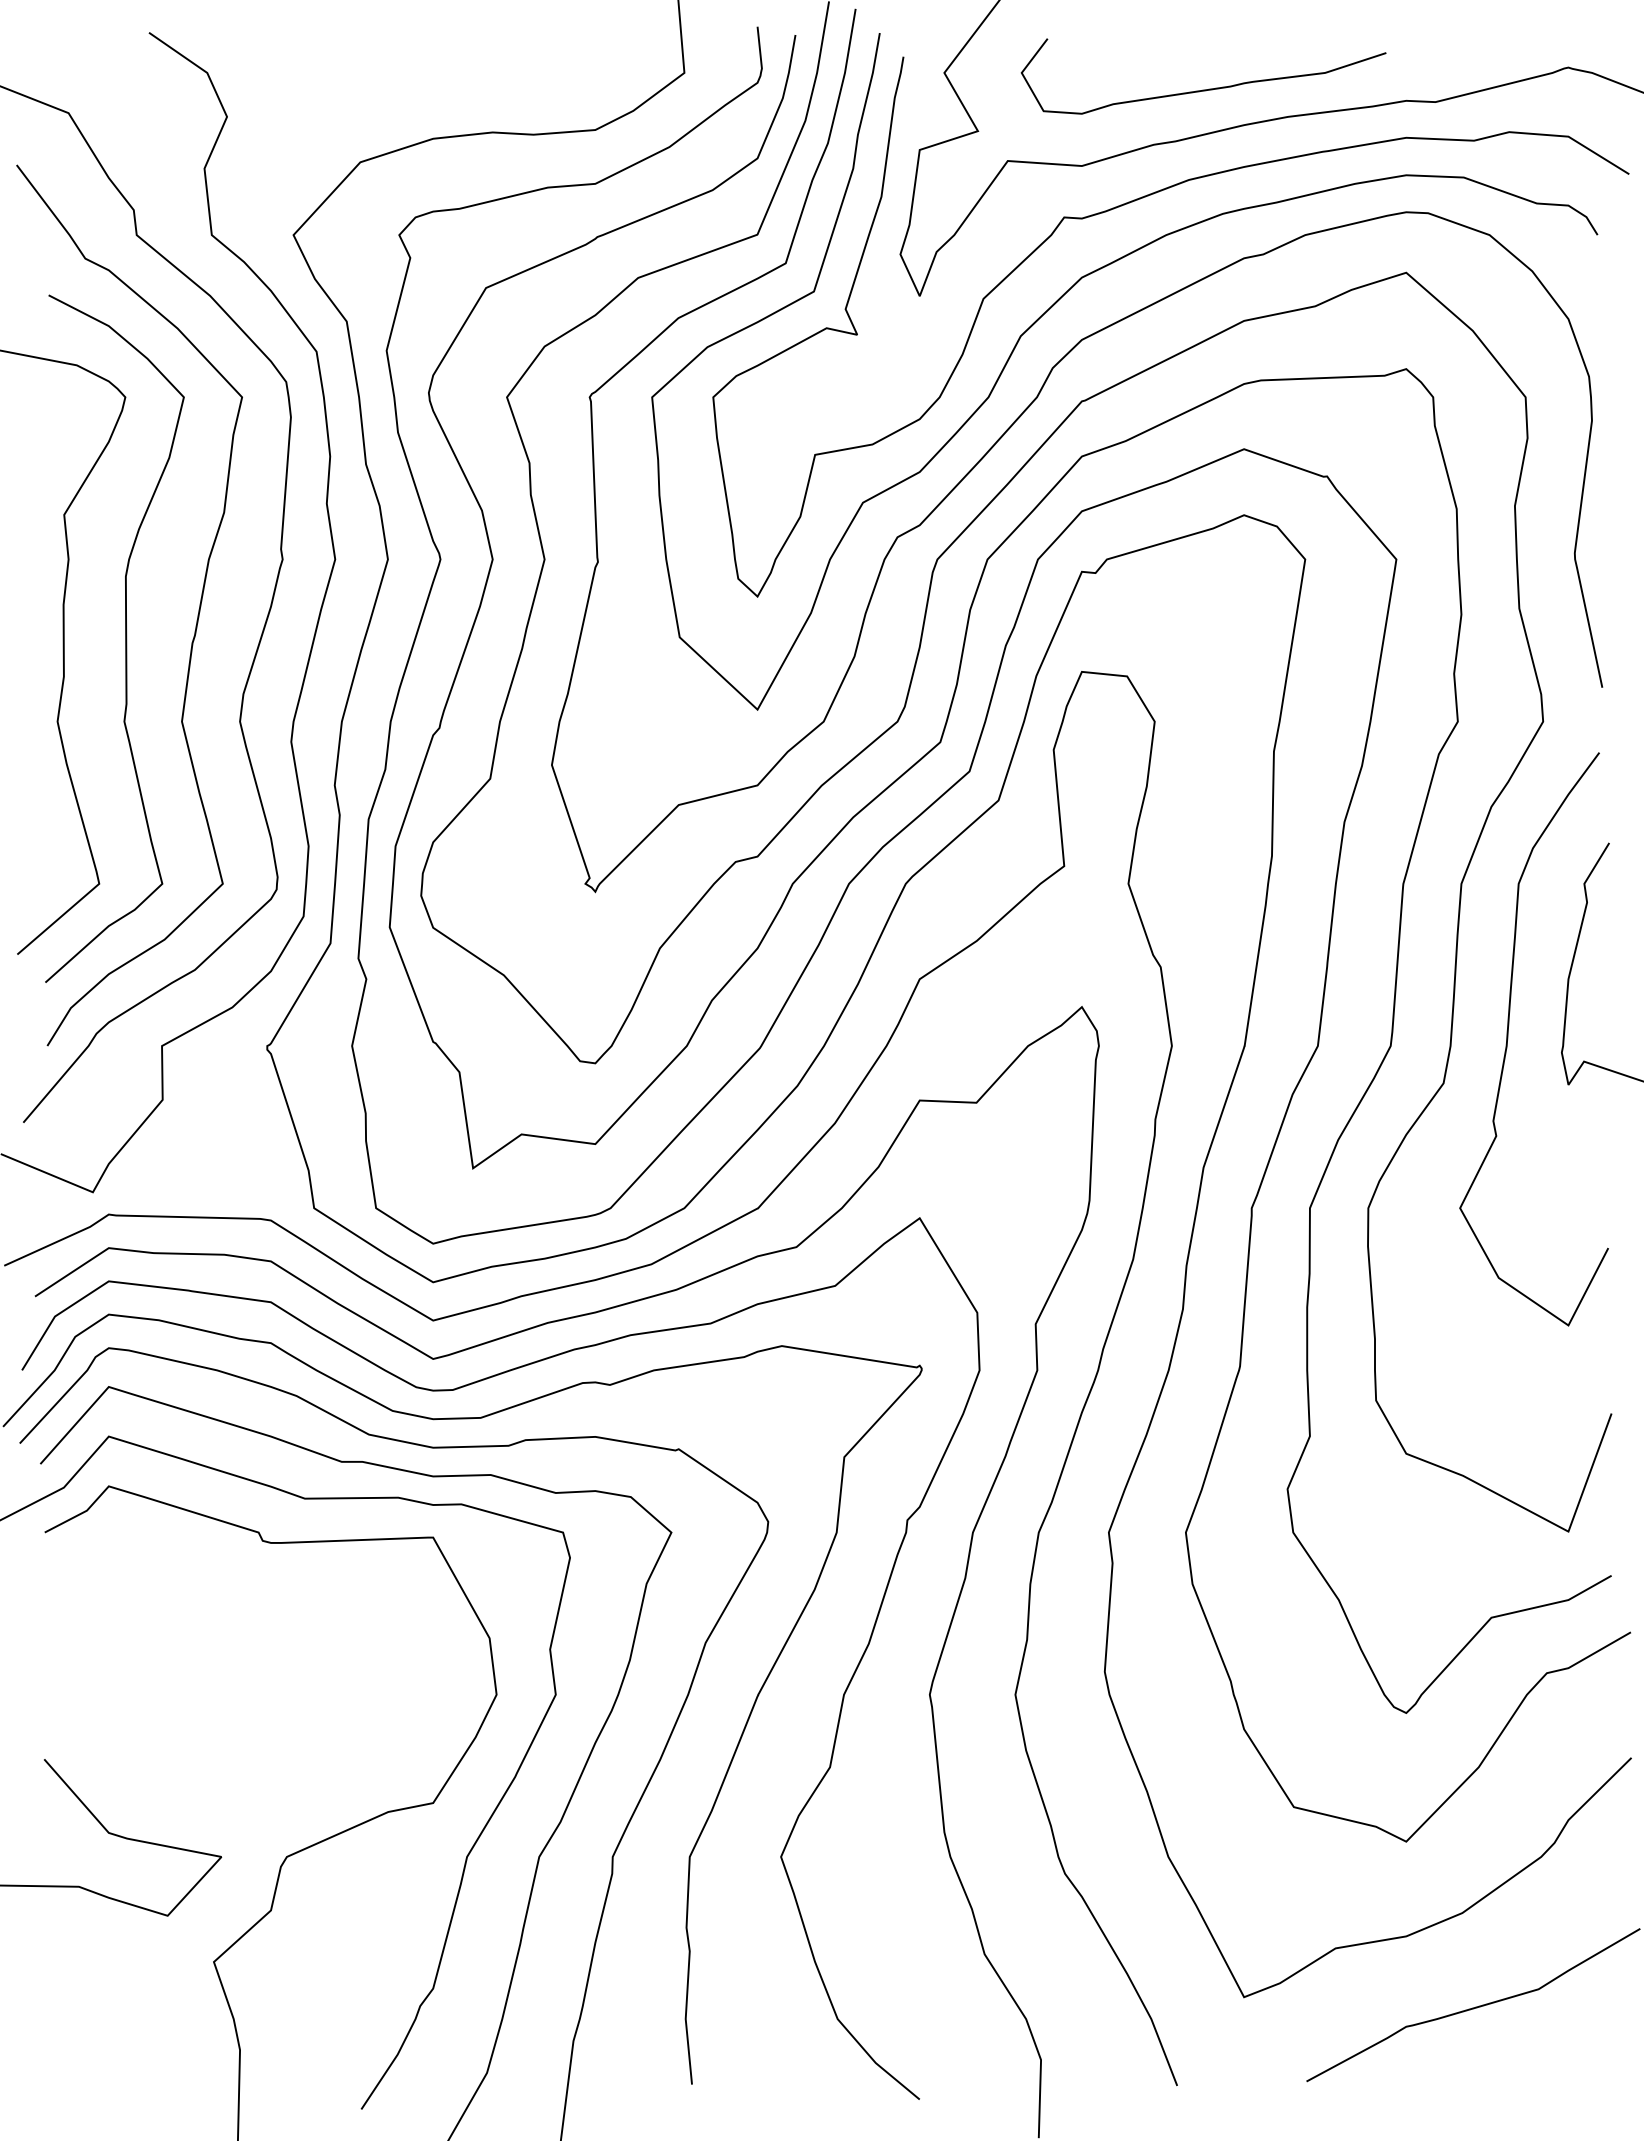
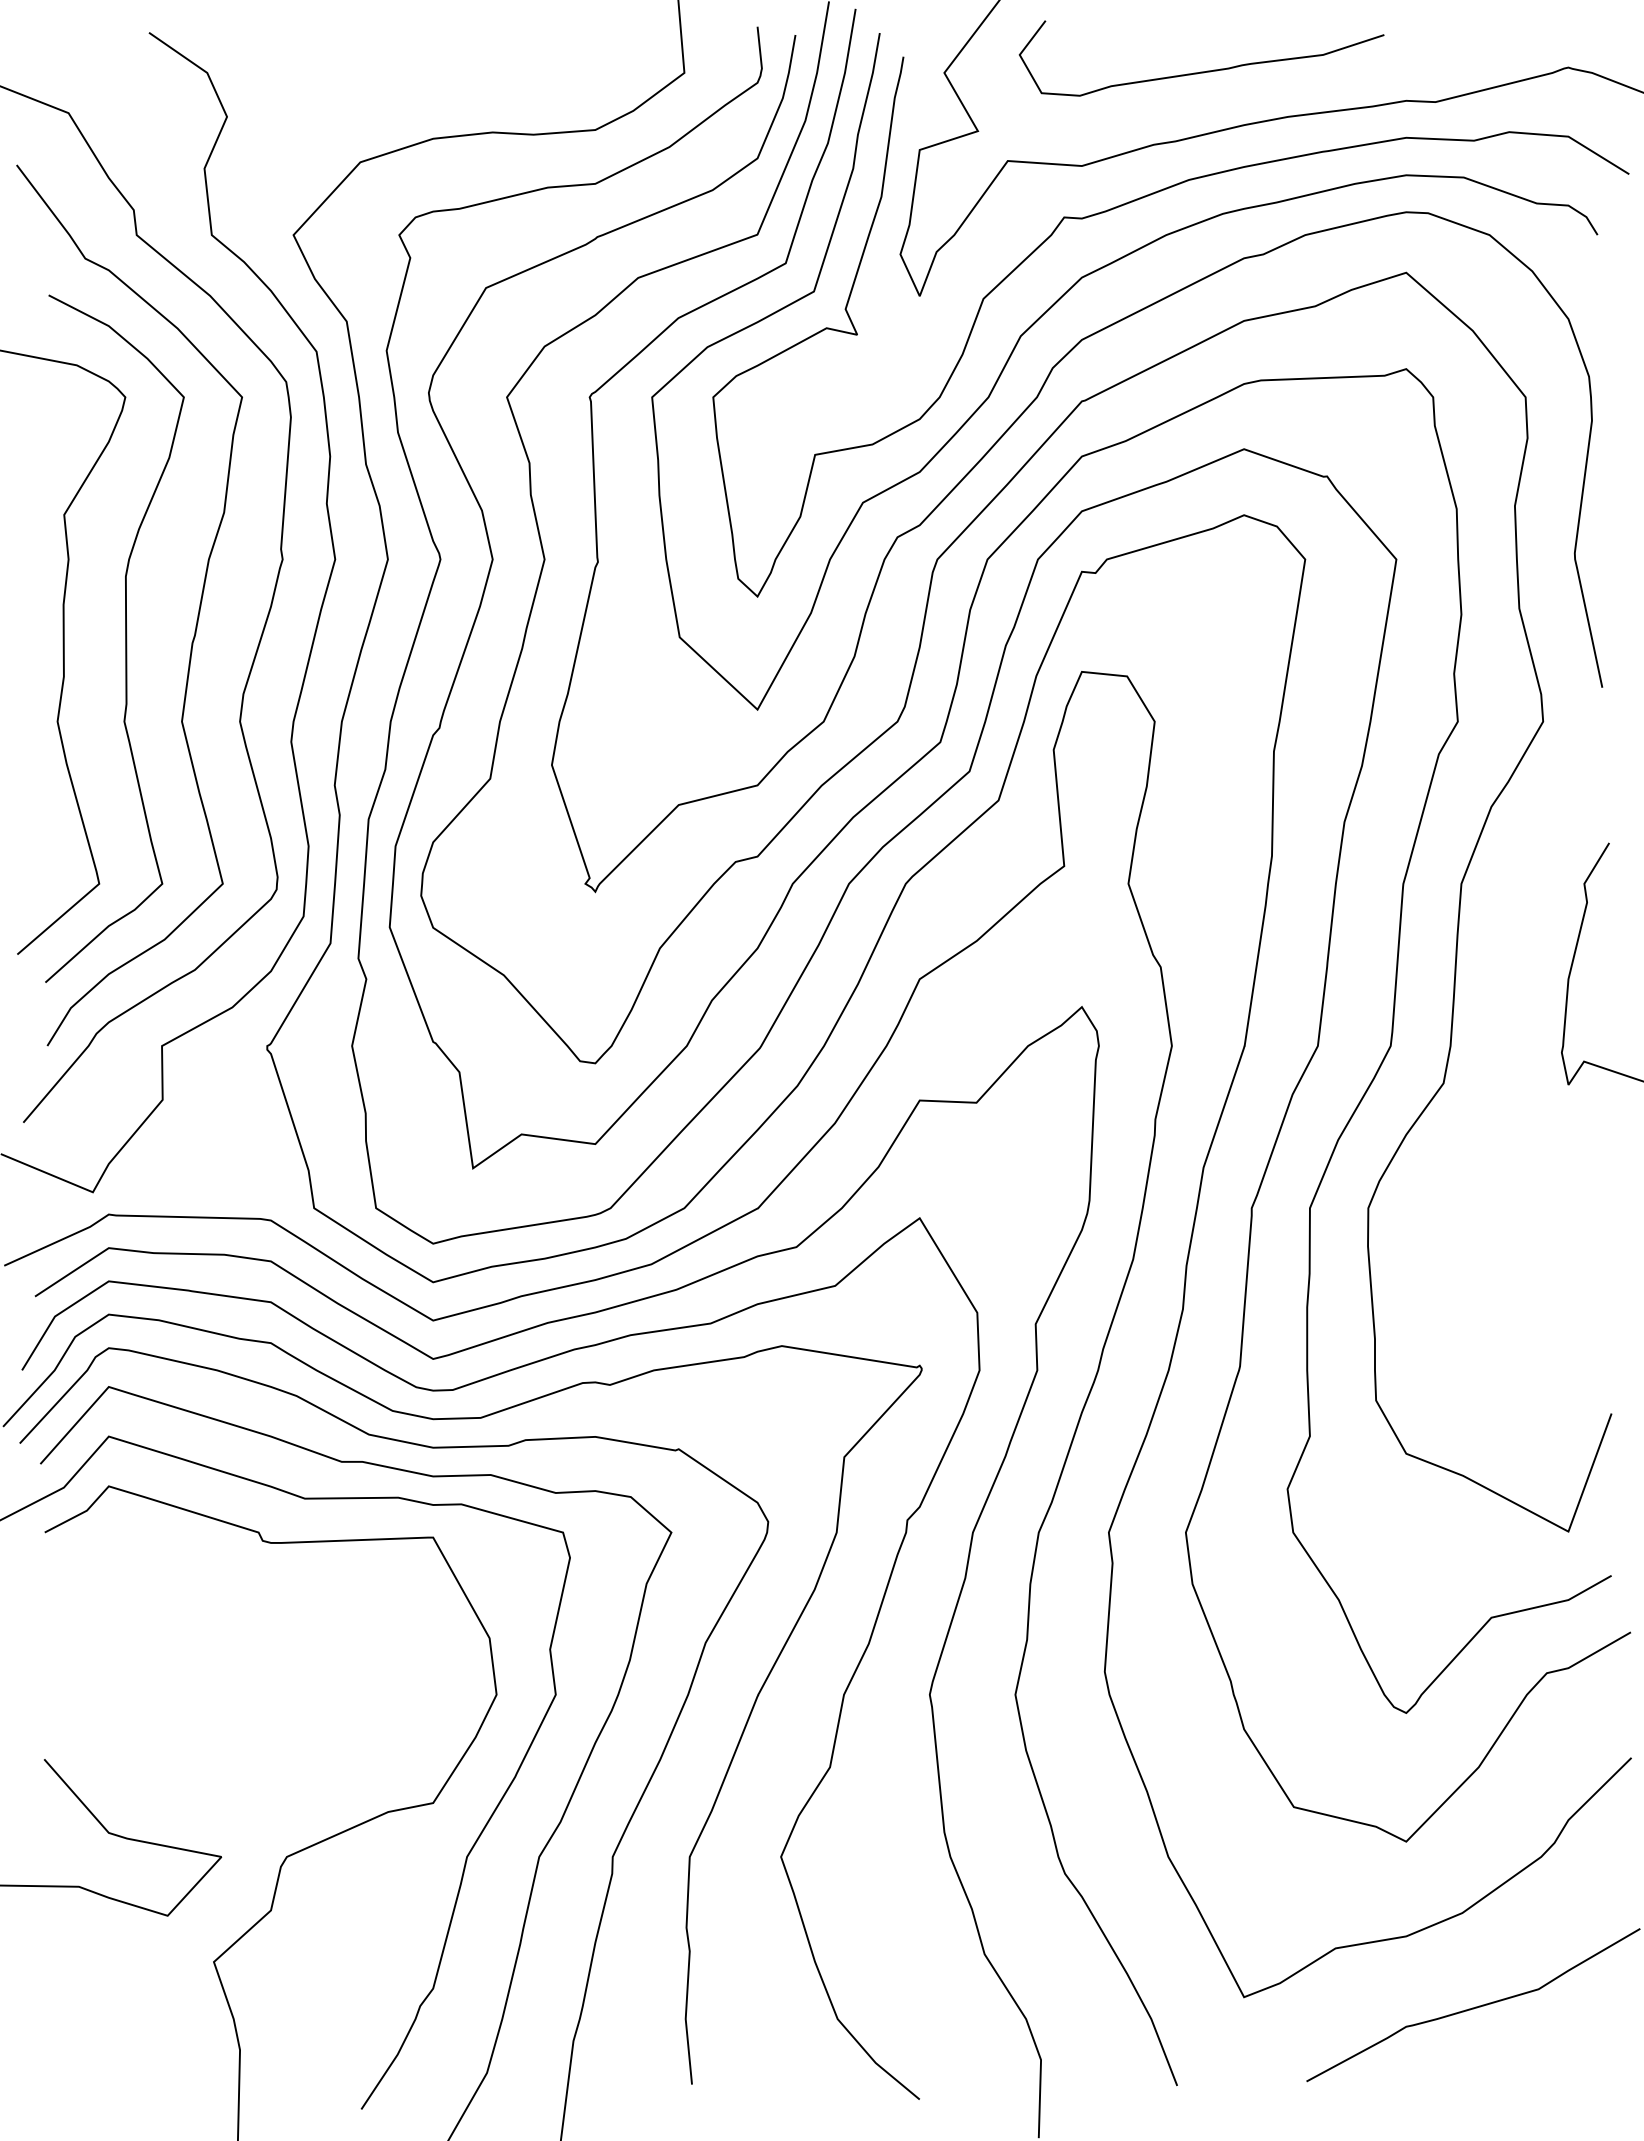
curve at (1203, 89) position: (1203, 89) -> (1201, 71)
curve at (1508, 1039): present -> none
